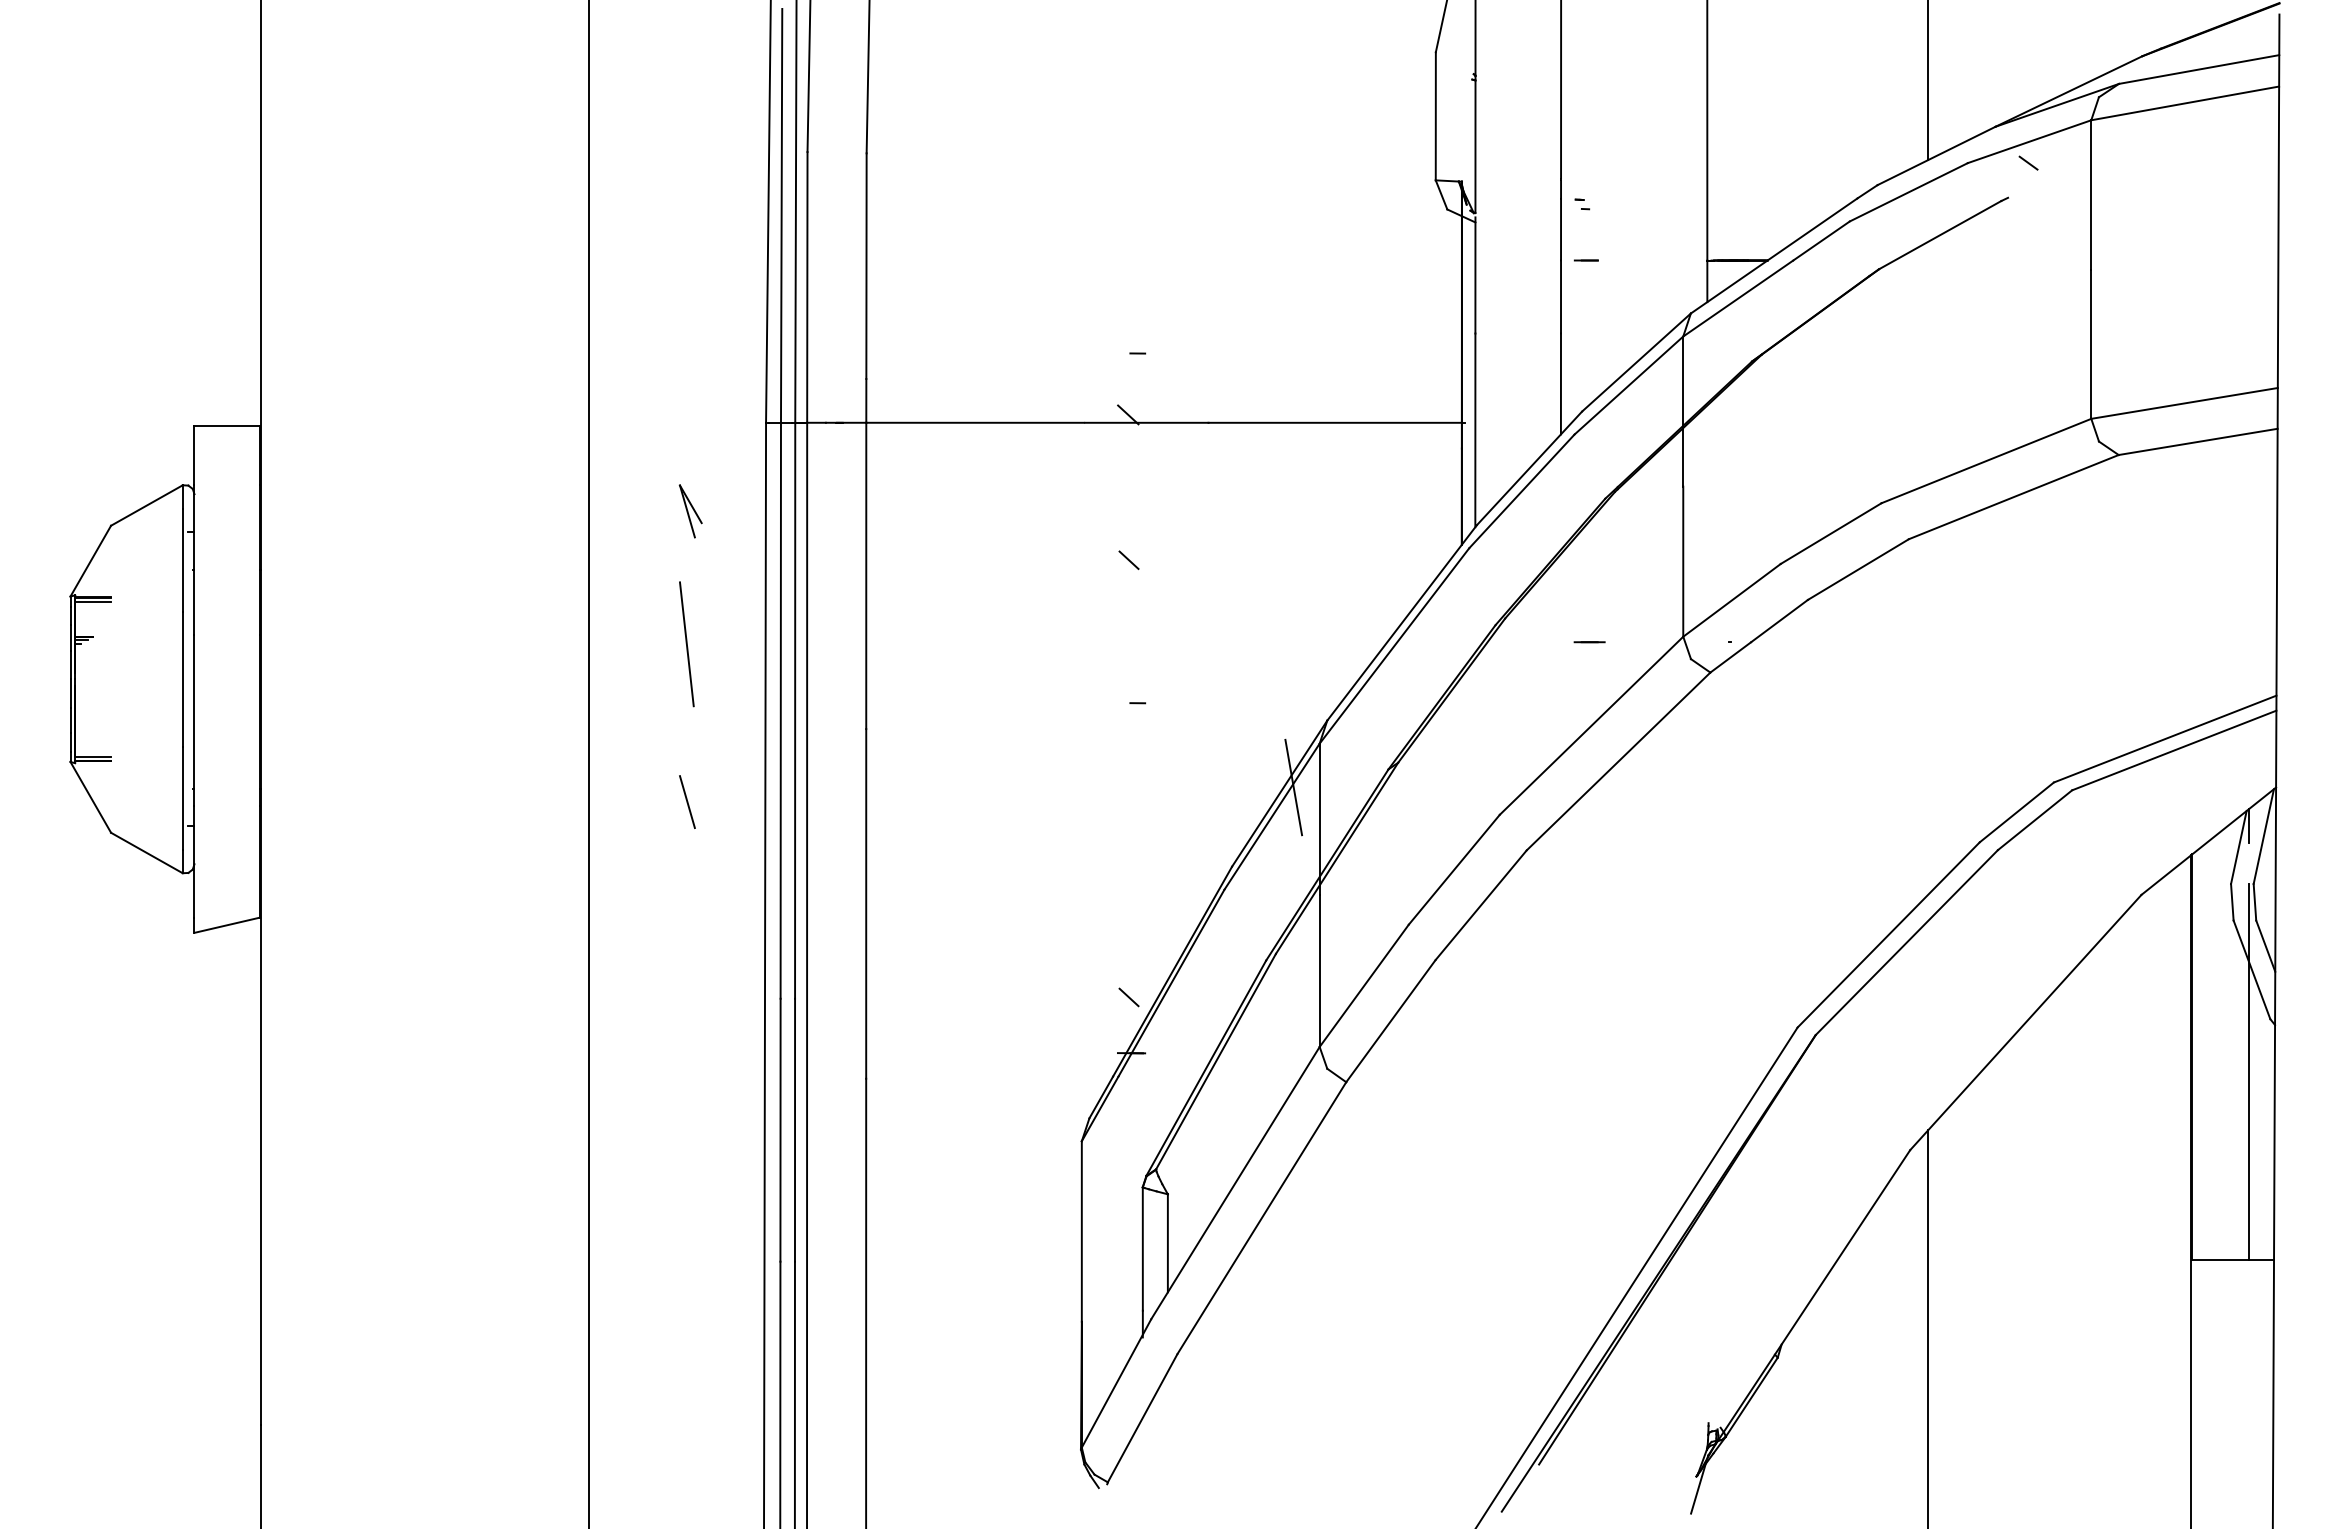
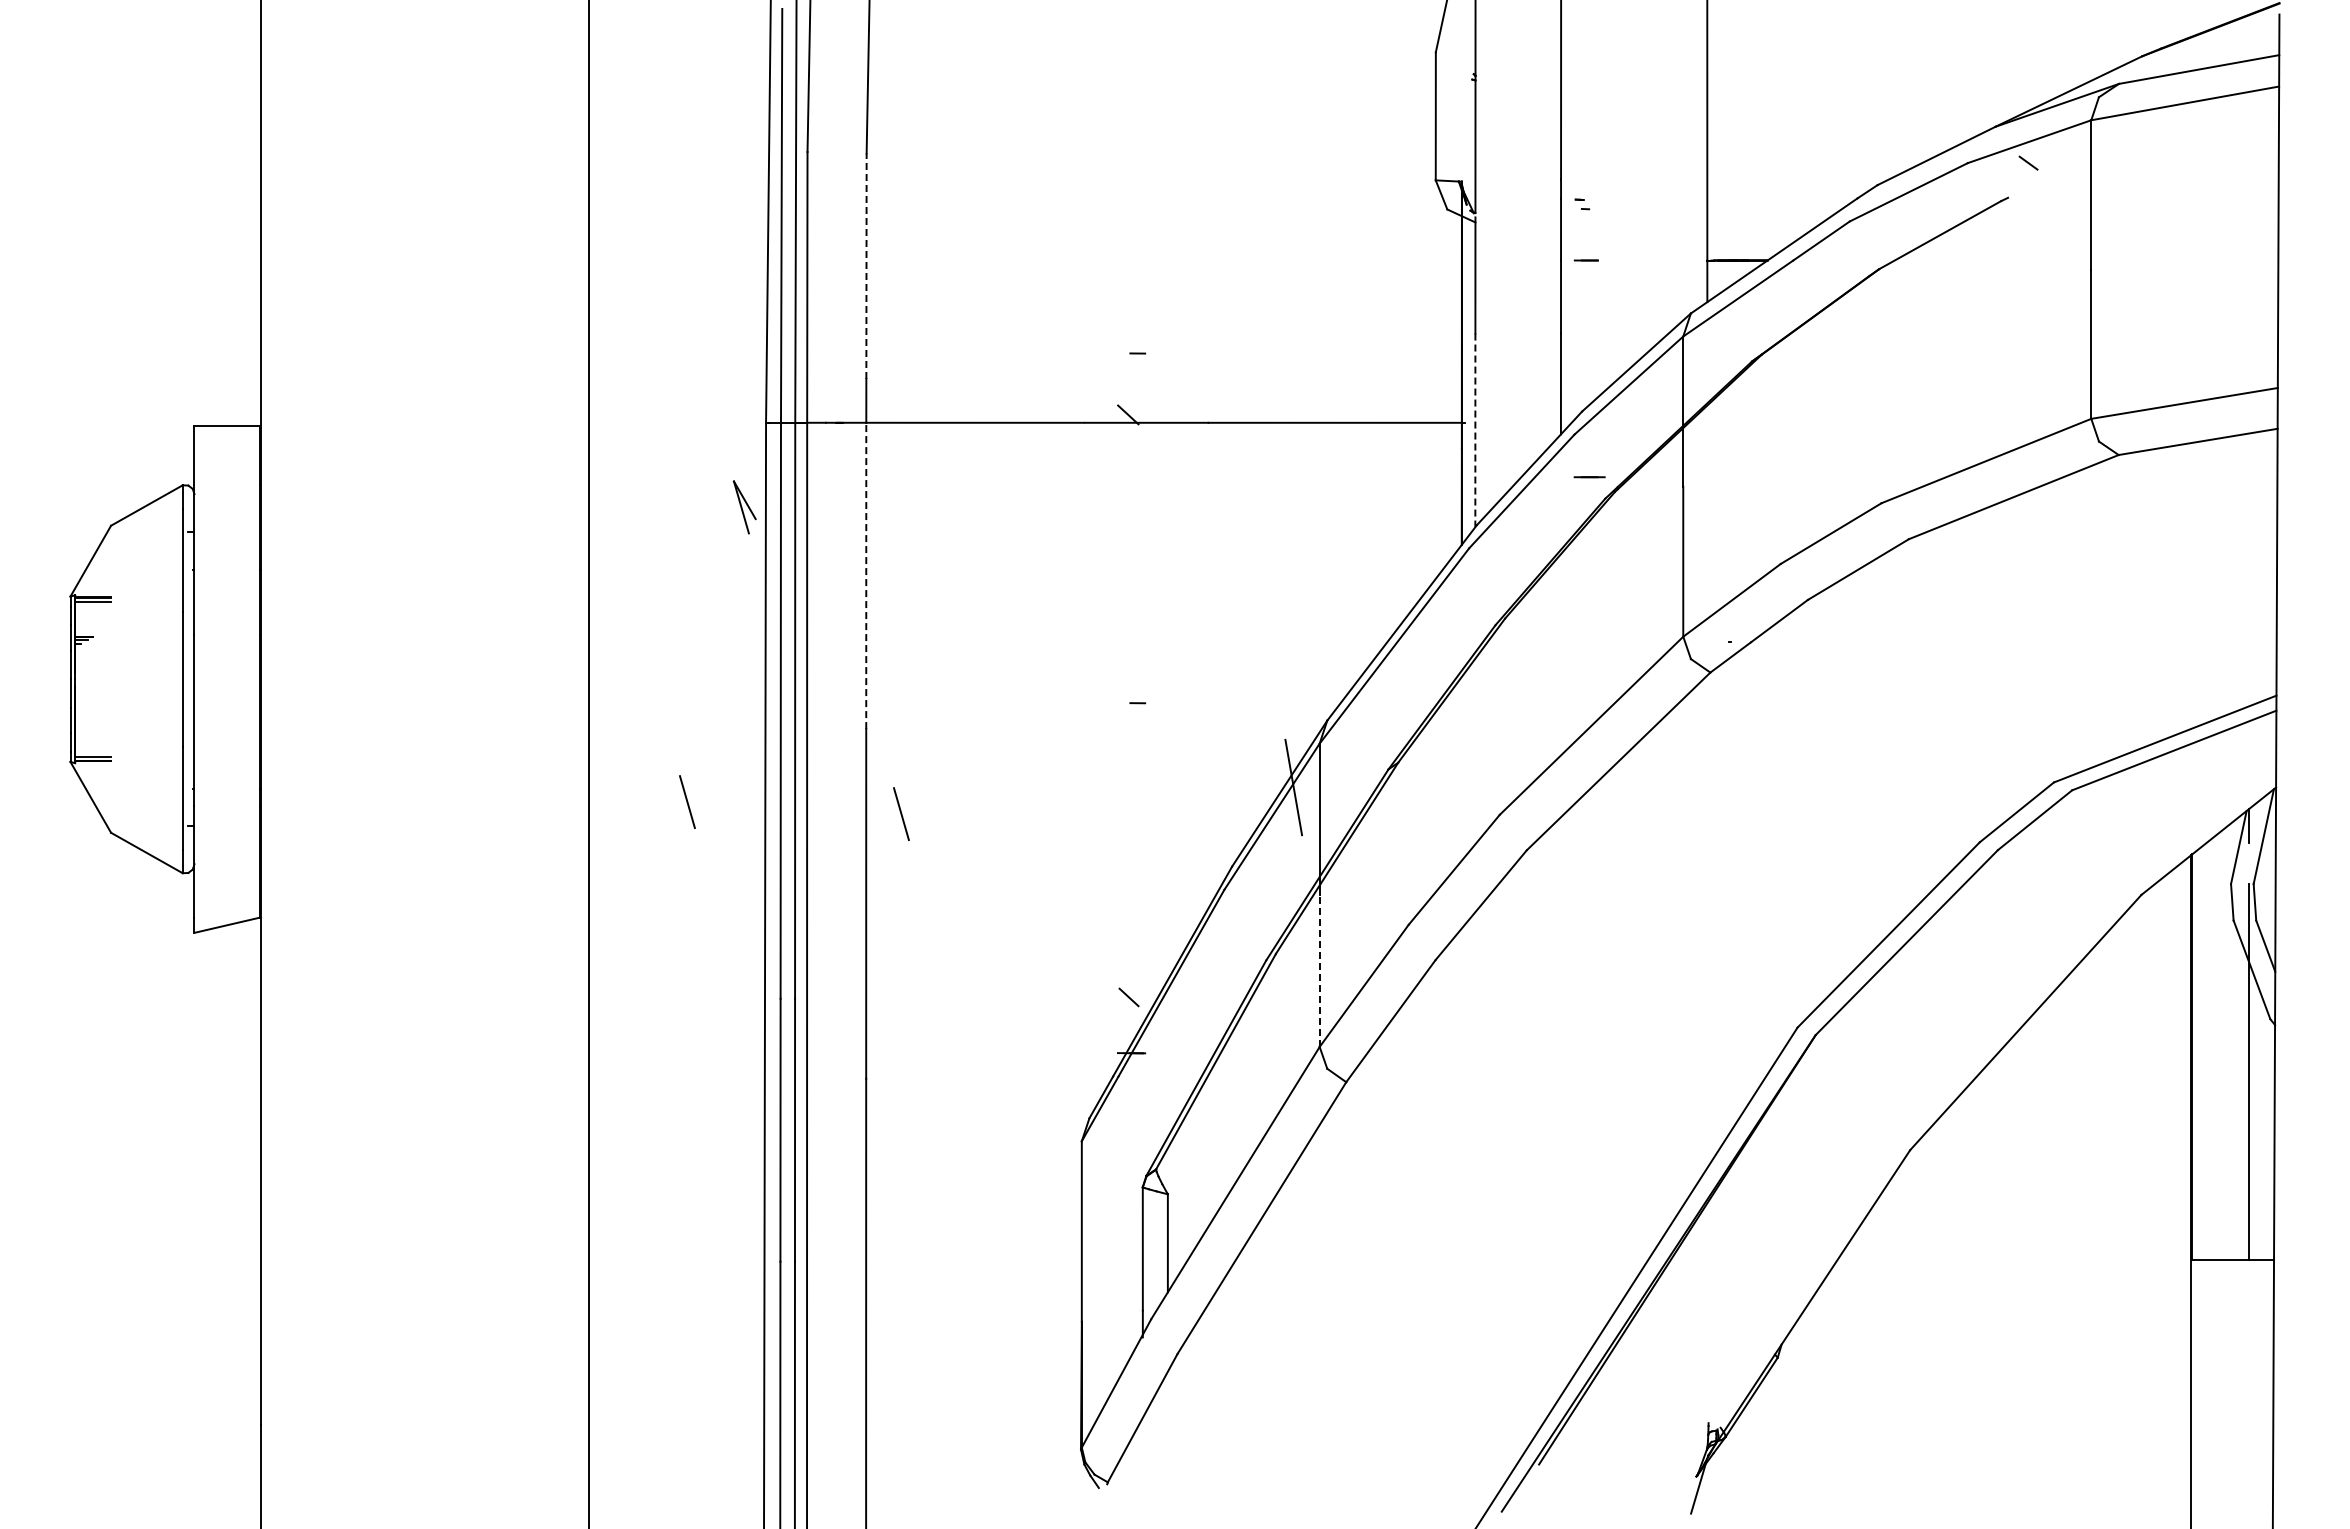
line at (1928, 81): present -> none
line at (866, 266): solid -> dashed
line at (1475, 430): solid -> dashed
part at (690, 511) position: (690, 511) -> (744, 507)
line at (1128, 559): present -> none
line at (866, 575): solid -> dashed
line at (1589, 642) position: (1589, 642) -> (1589, 477)
line at (686, 644): present -> none
line at (901, 813): none -> present
line at (1319, 971): solid -> dashed
line at (1928, 1327): present -> none
